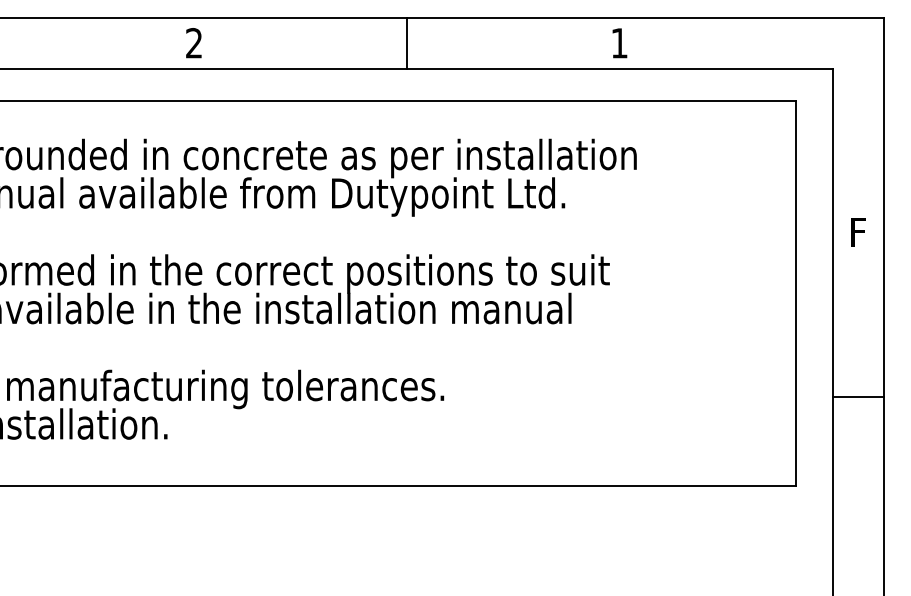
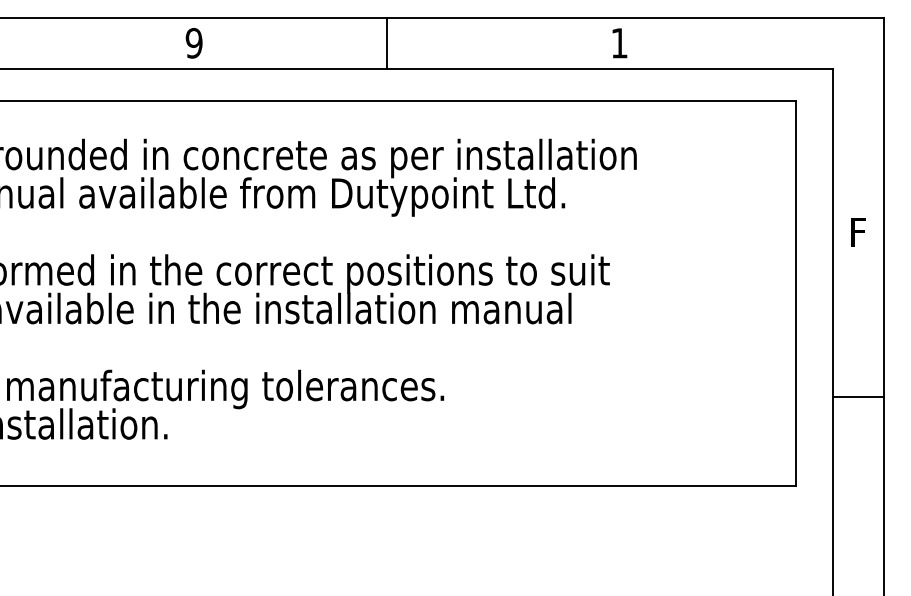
text at (193, 43): 2 -> 9
line at (407, 43) position: (407, 43) -> (387, 43)
